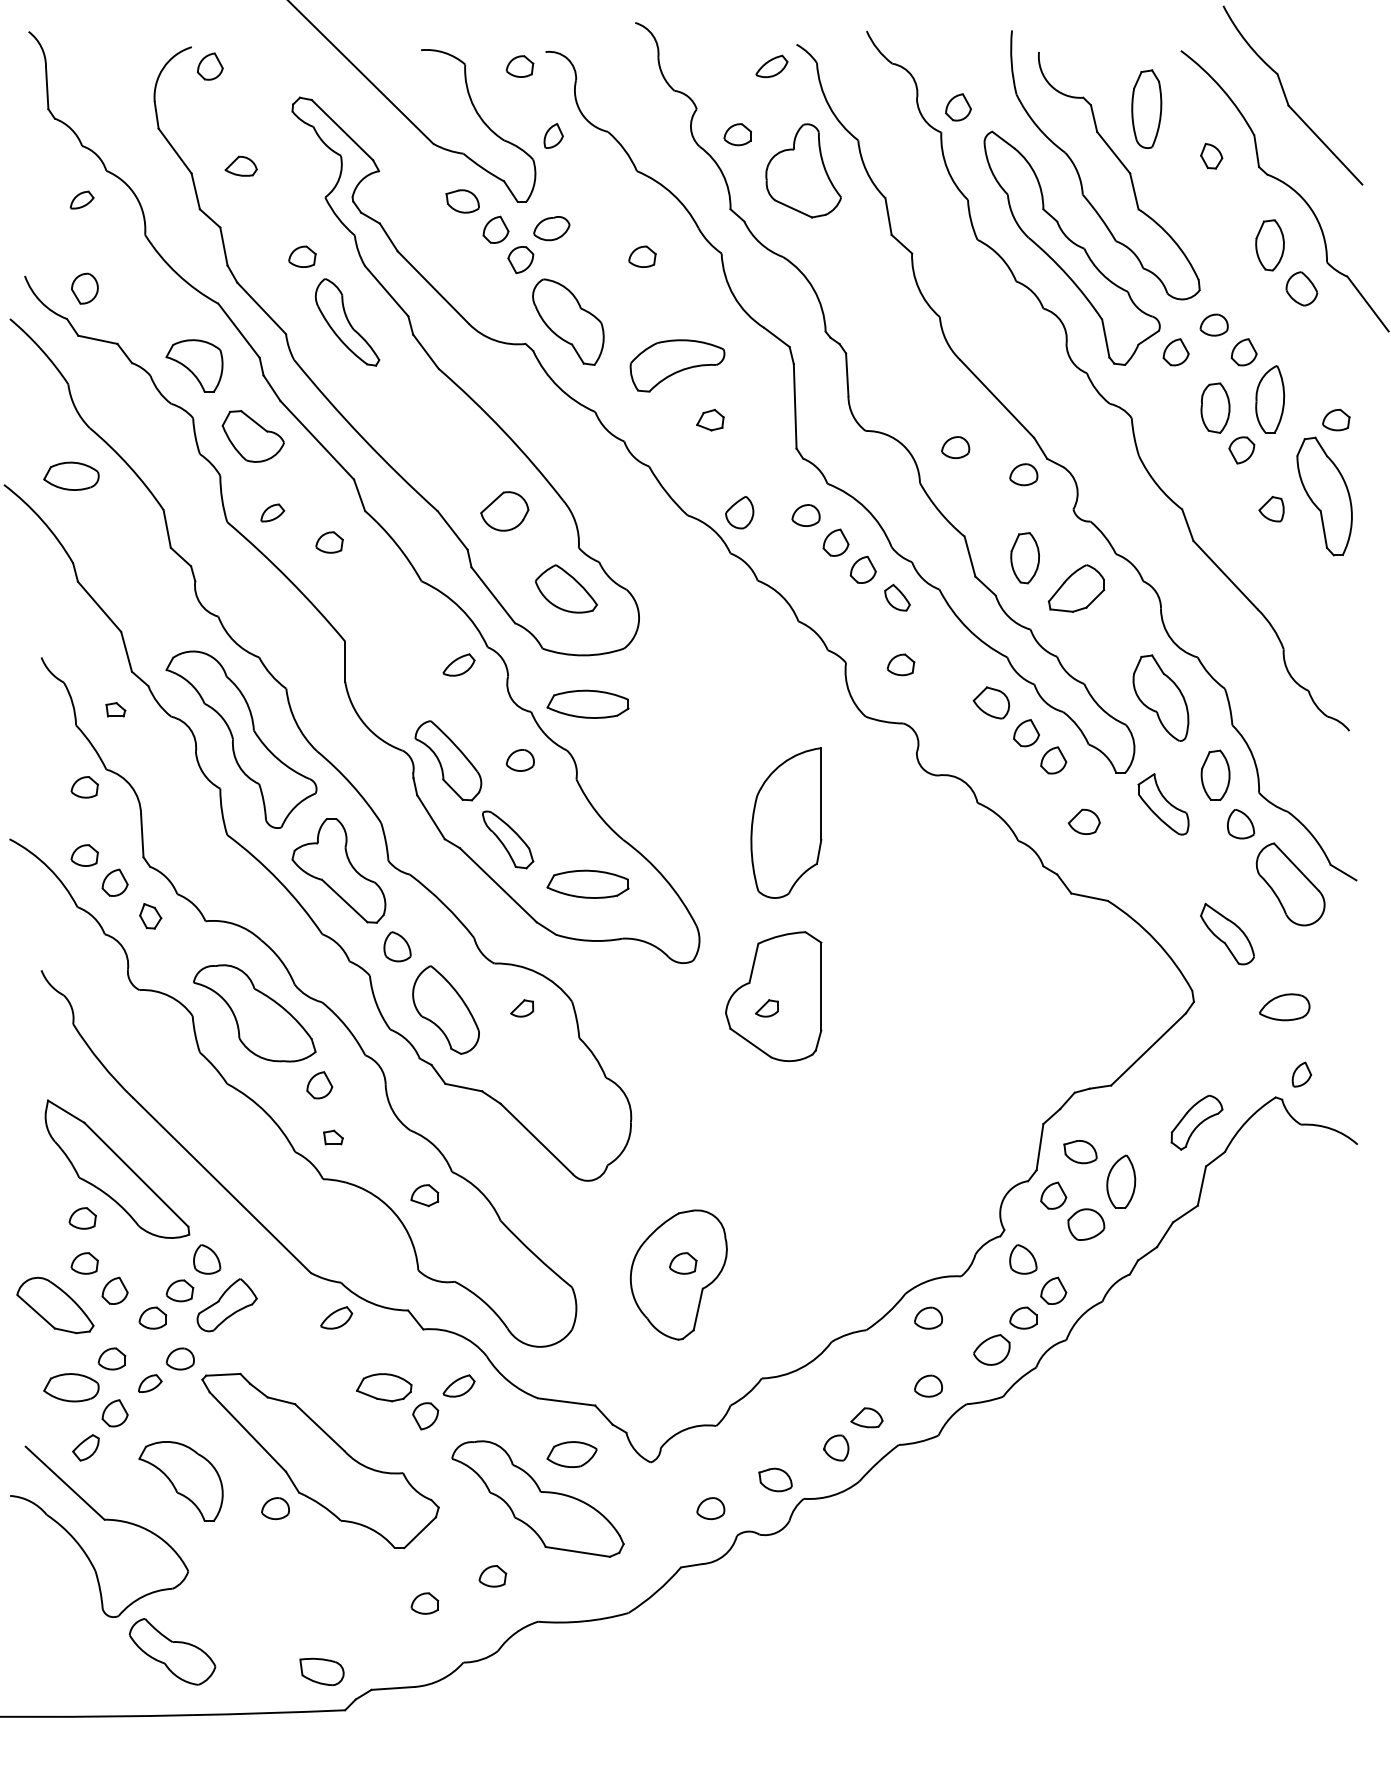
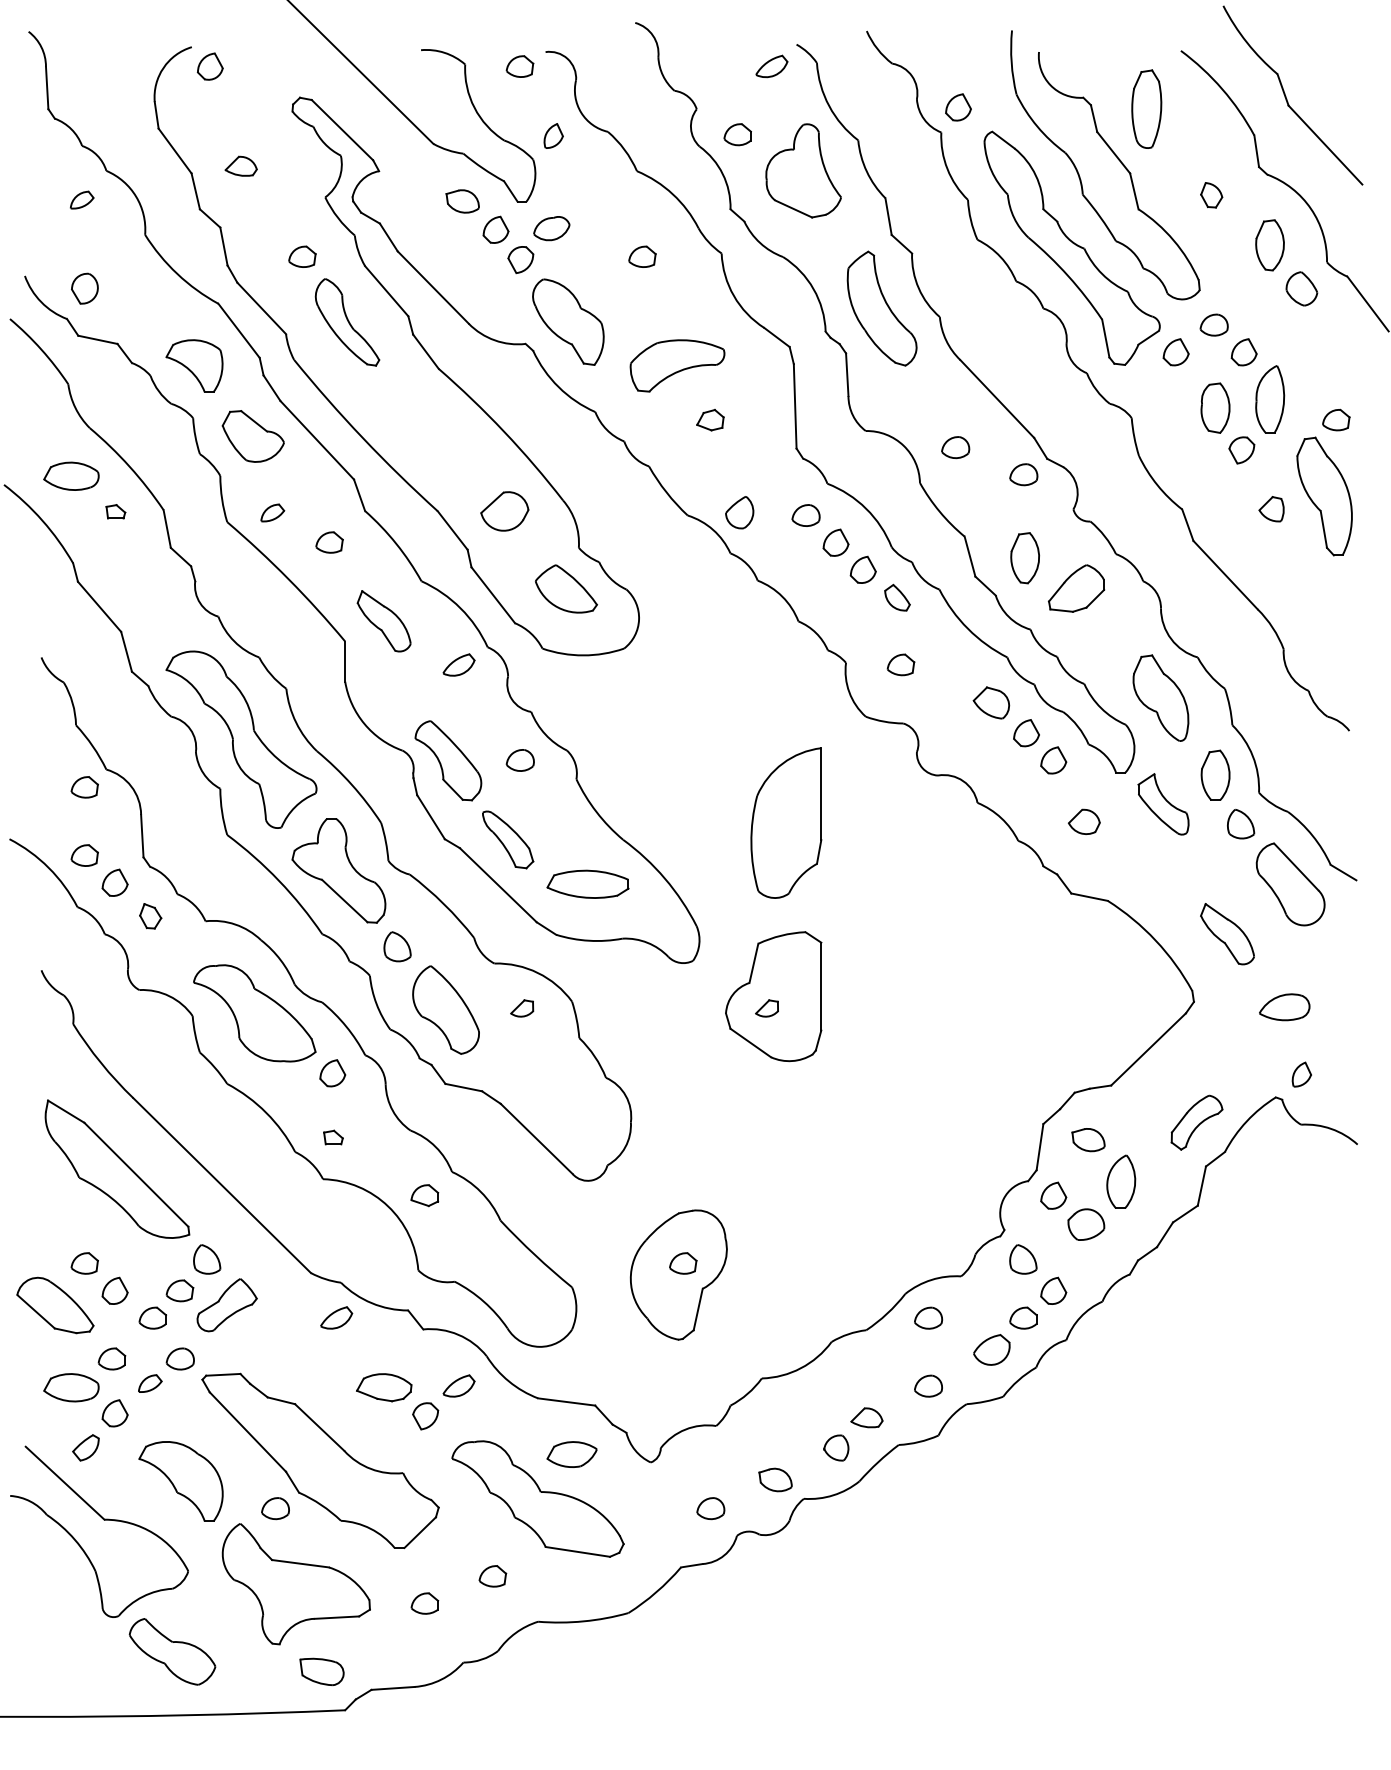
part at (1211, 156) position: (1211, 156) -> (1211, 195)
part at (881, 308): none -> present
part at (383, 621): none -> present
part at (587, 703): present -> none
part at (115, 709) position: (115, 709) -> (115, 511)
part at (319, 1085) position: (319, 1085) -> (332, 1073)
part at (1080, 1152) position: (1080, 1152) -> (1088, 1140)
part at (82, 1218): present -> none
part at (295, 1584): none -> present
